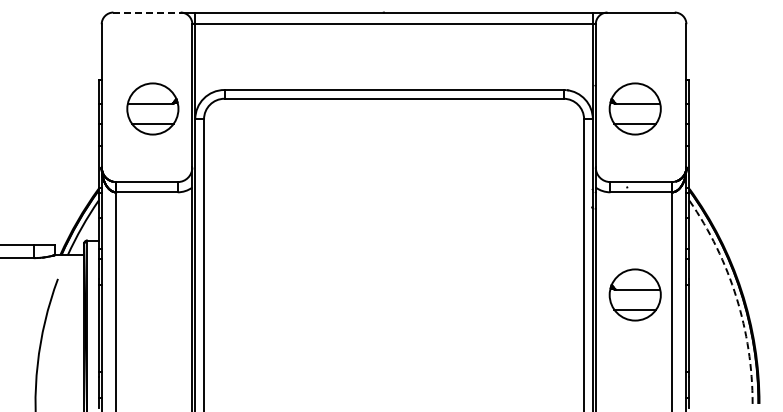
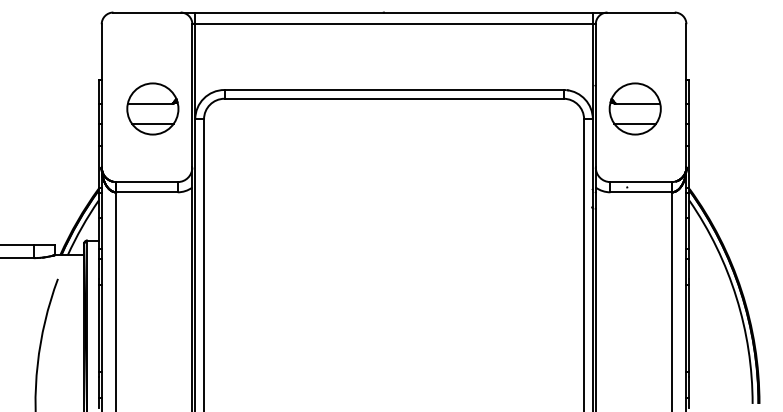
line at (147, 12): dashed -> solid
part at (634, 294): present -> none
arc at (736, 297): dashed -> solid
